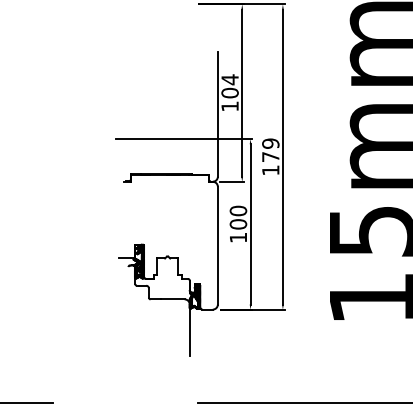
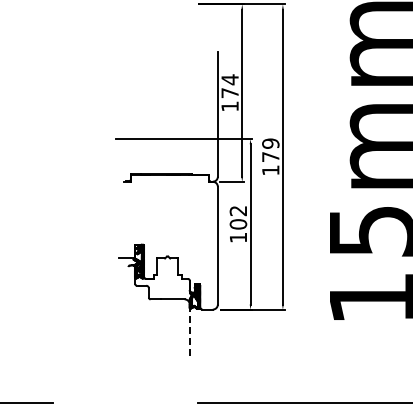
text at (229, 92): 104 -> 174
text at (238, 210): 100 -> 102
line at (189, 330): solid -> dashed
